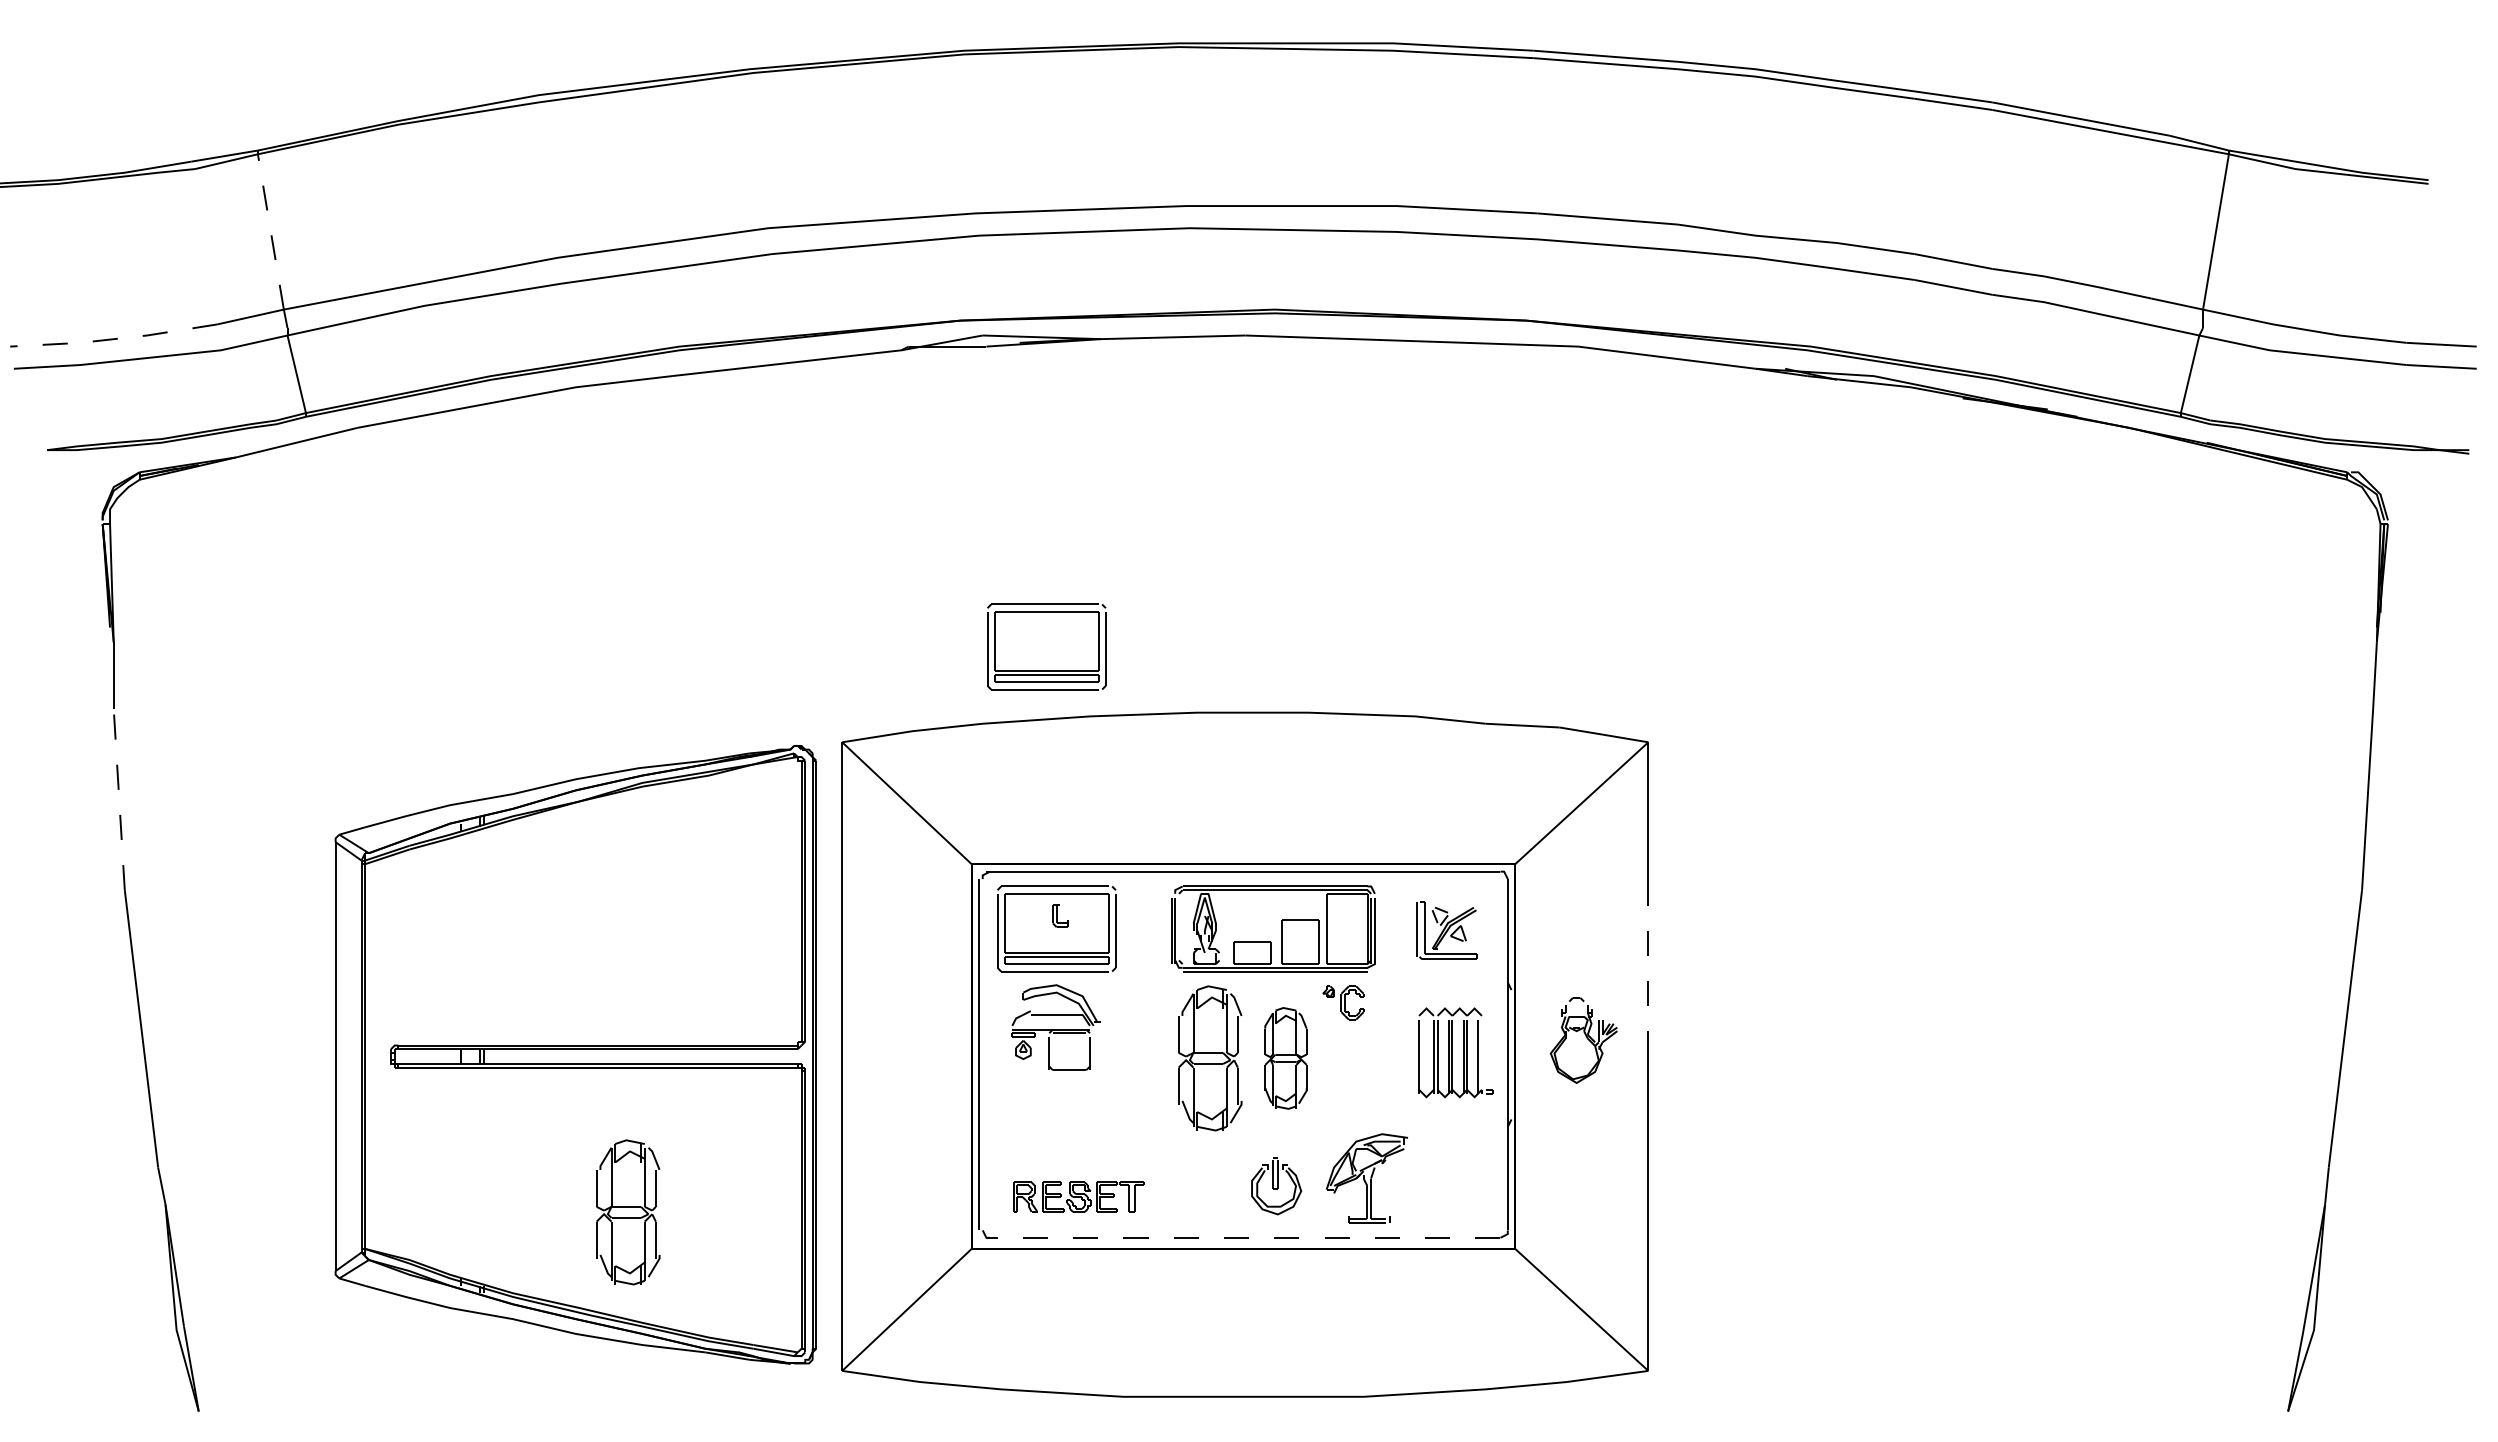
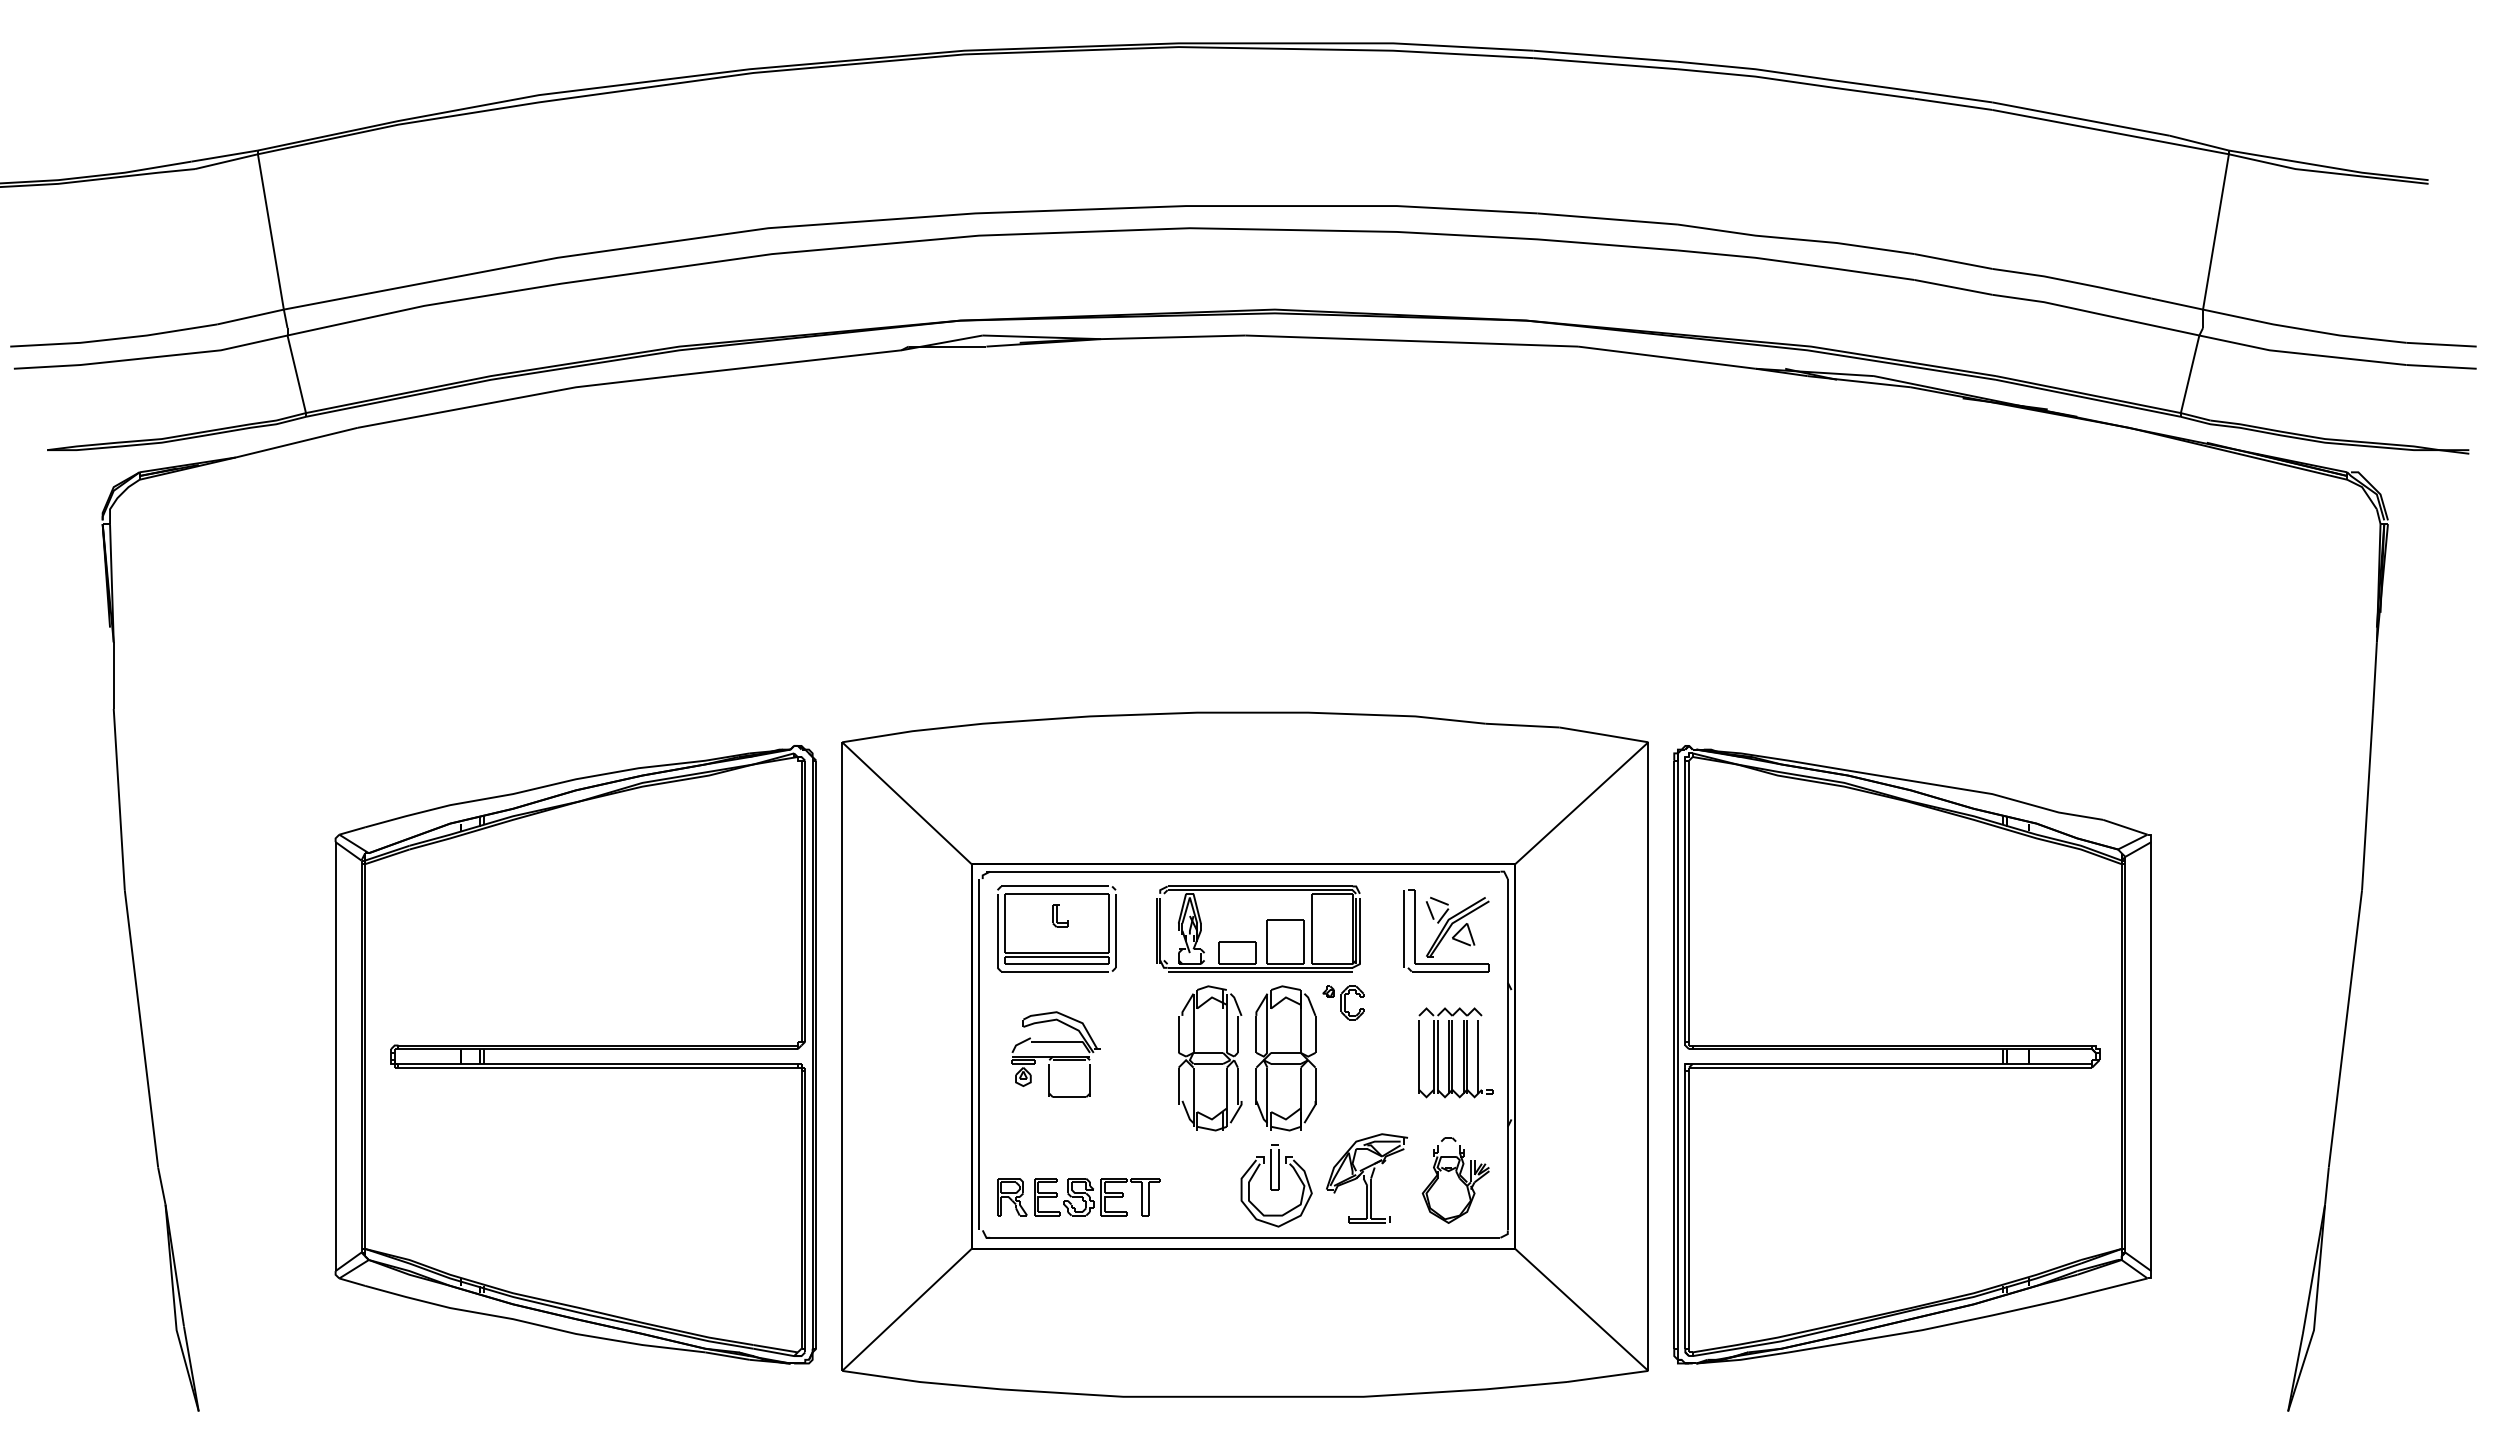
line at (270, 231): dashed -> solid
line at (114, 339): dashed -> solid
part at (1046, 646): present -> none
line at (119, 799): dashed -> solid
part at (1281, 928) position: (1281, 928) -> (1266, 928)
part at (1446, 930) size: 62x59 px -> 87x84 px
line at (1648, 972): dashed -> solid
part at (1055, 1027) position: (1055, 1027) -> (1055, 1054)
part at (1583, 1040) position: (1583, 1040) -> (1455, 1180)
part at (1912, 1054): none -> present
part at (1285, 1058) size: 44x103 px -> 62x147 px
part at (1276, 1186) size: 52x59 px -> 73x84 px
part at (1078, 1196) size: 132x32 px -> 164x39 px
part at (628, 1212): present -> none
line at (1242, 1237): dashed -> solid
